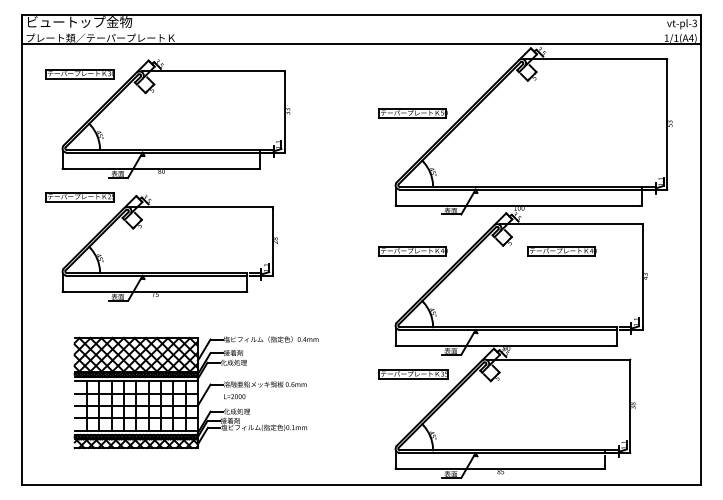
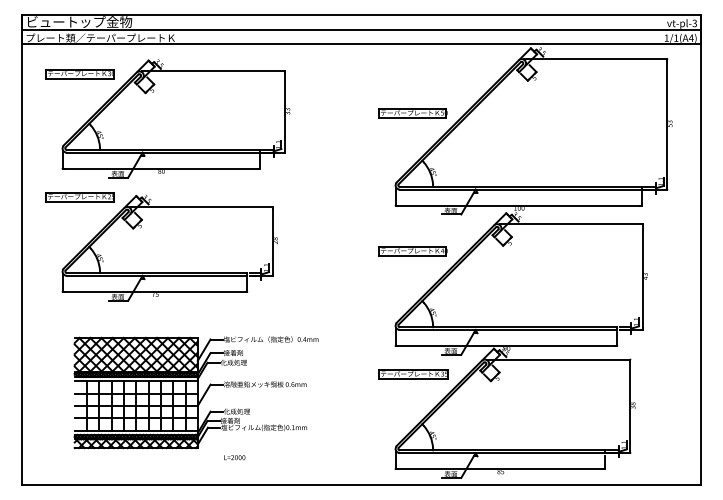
line at (361, 29): none -> present
part at (561, 251): present -> none
text at (234, 396) position: (234, 396) -> (234, 457)
